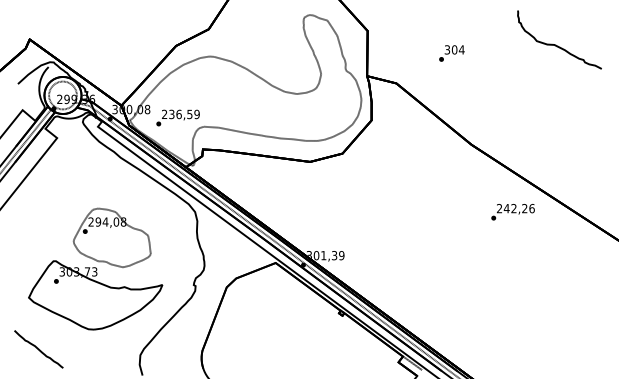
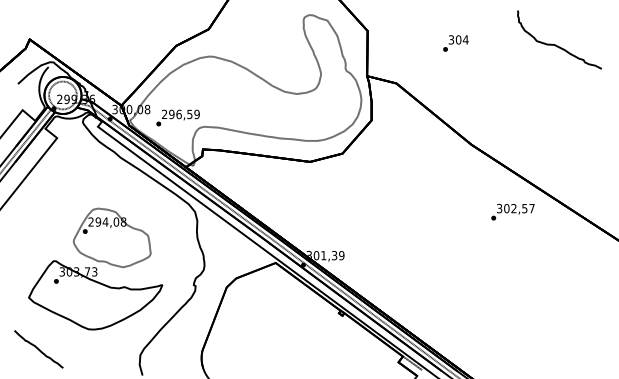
text at (451, 53) position: (451, 53) -> (455, 43)
text at (171, 113): 236,59 -> 296,59
text at (515, 208): 242,26 -> 302,57
